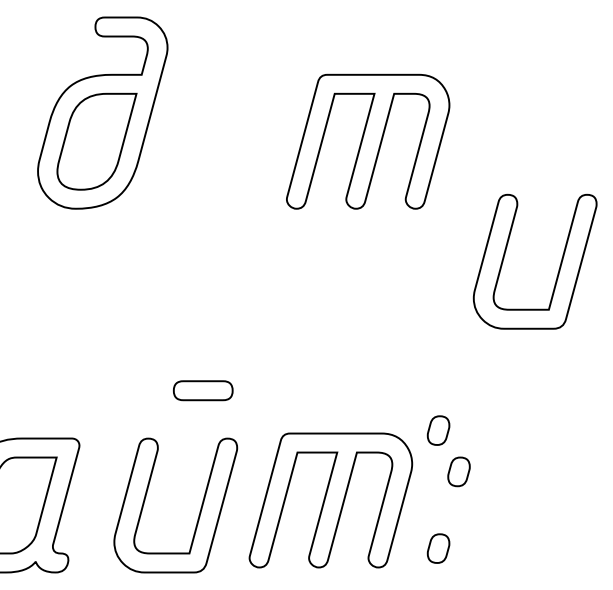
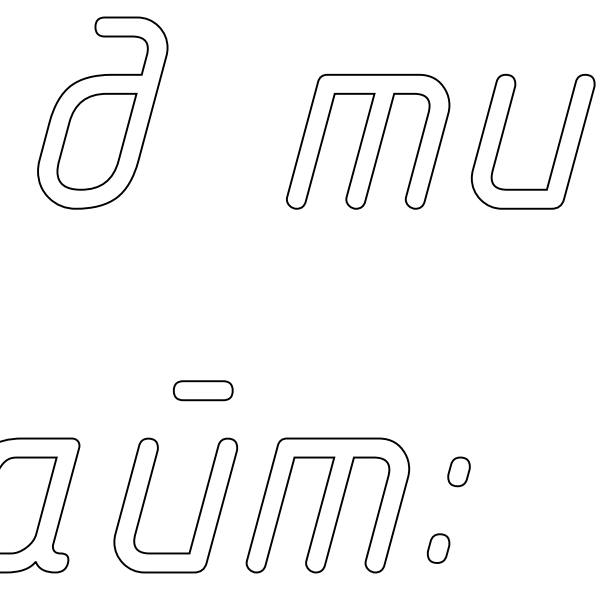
part at (558, 269) position: (558, 269) -> (556, 149)
part at (438, 430): present -> none
part at (330, 500) position: (330, 500) -> (327, 505)
